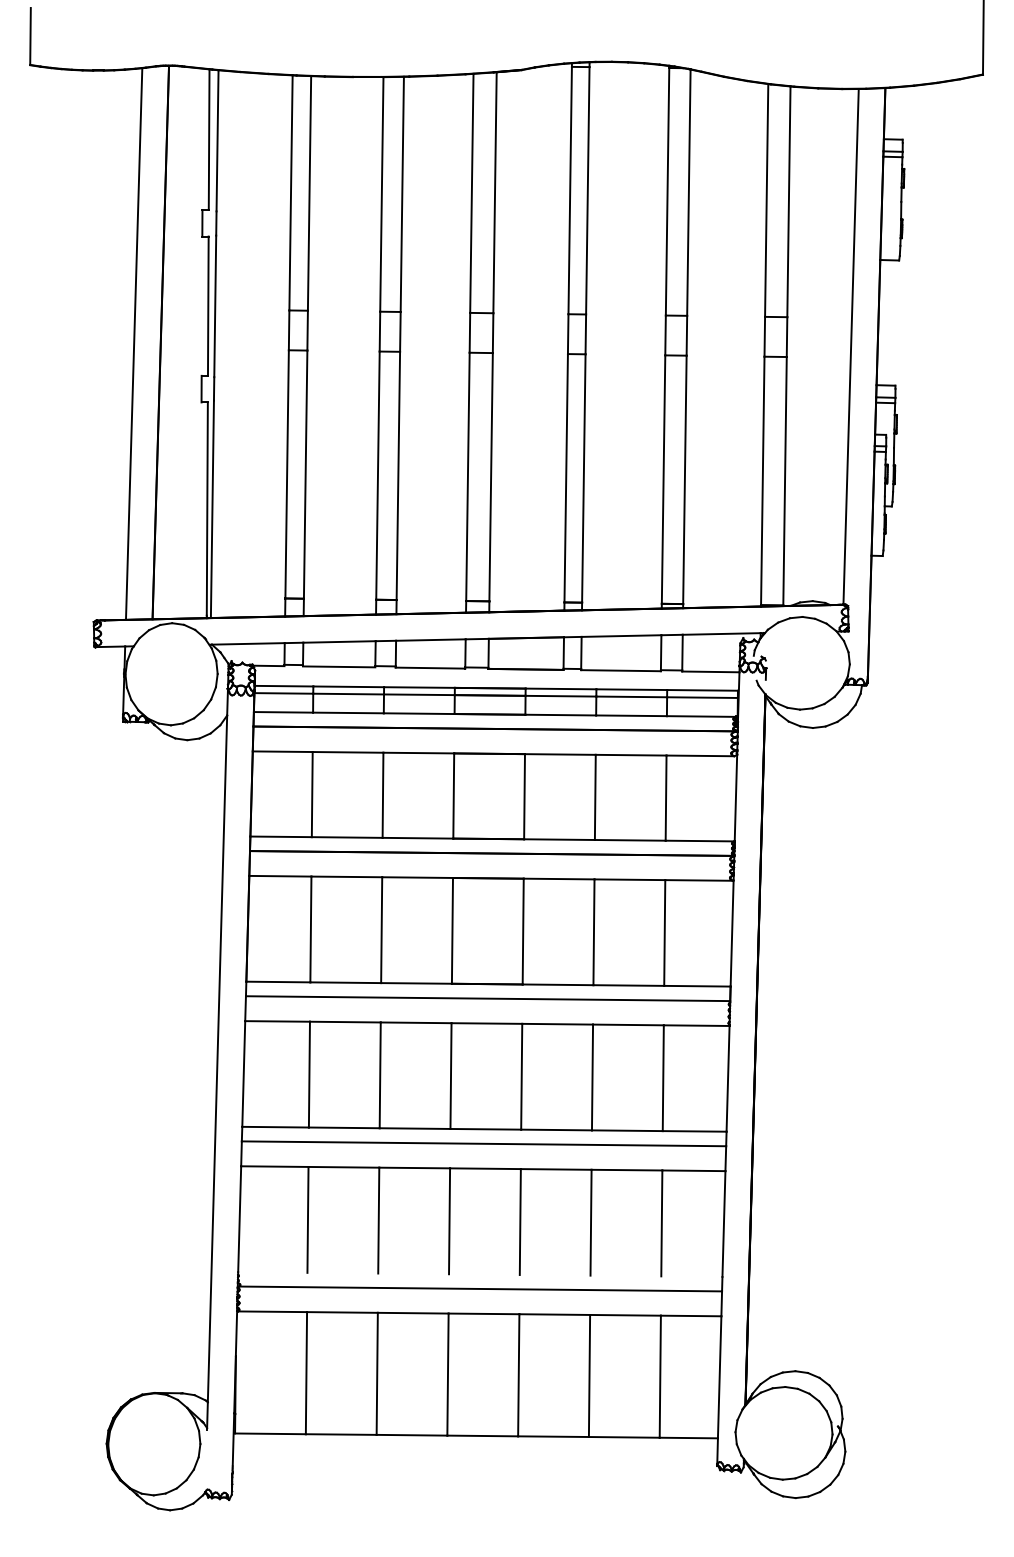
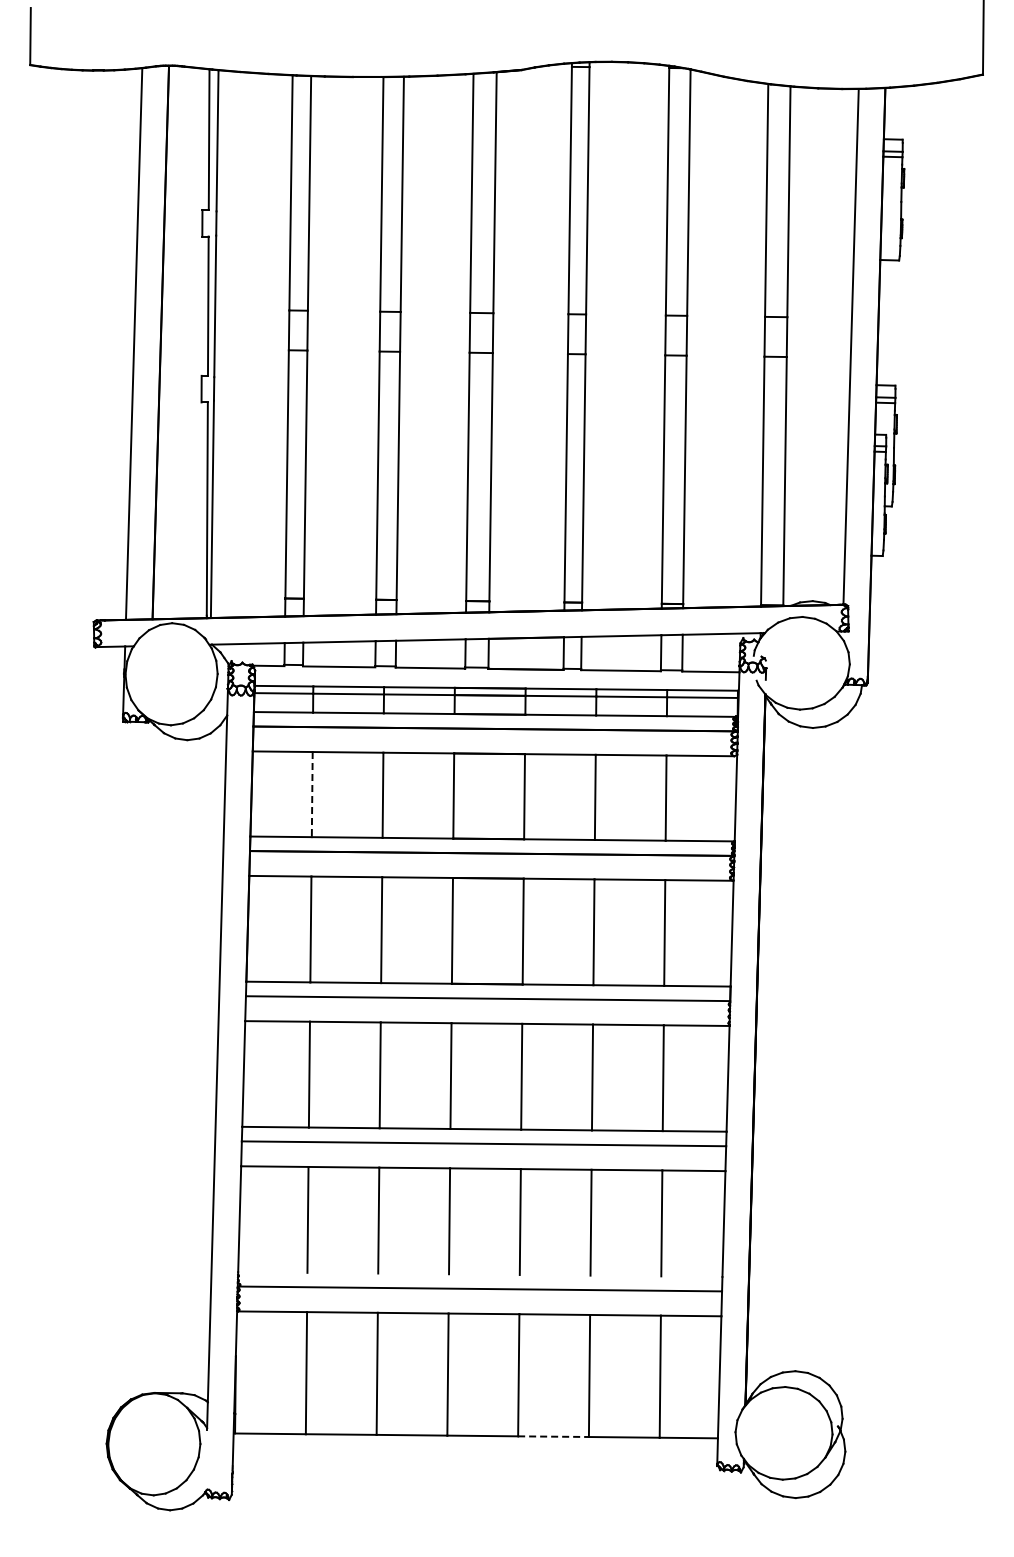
line at (312, 794): solid -> dashed
line at (554, 1436): solid -> dashed
